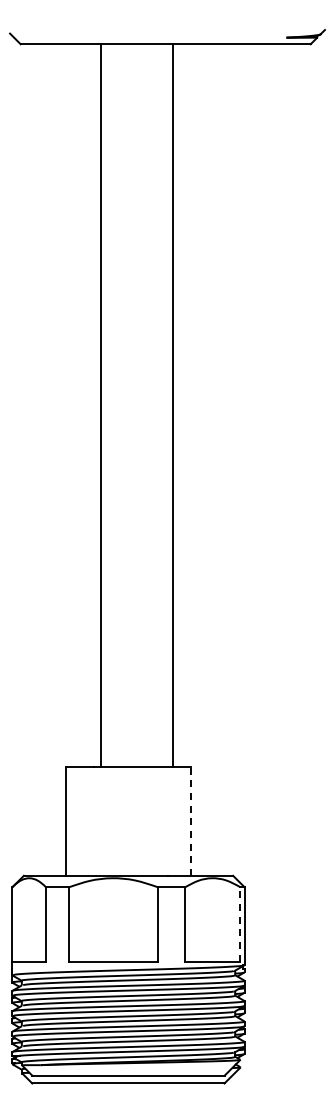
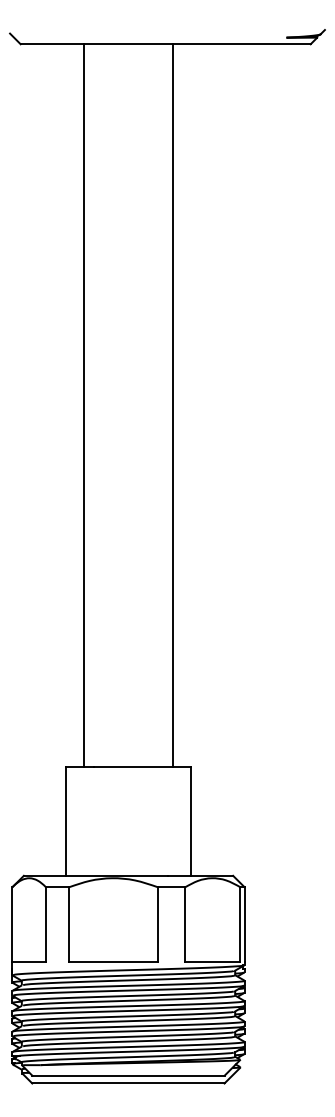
line at (100, 405) position: (100, 405) -> (83, 405)
line at (190, 821): dashed -> solid
line at (240, 923): dashed -> solid
